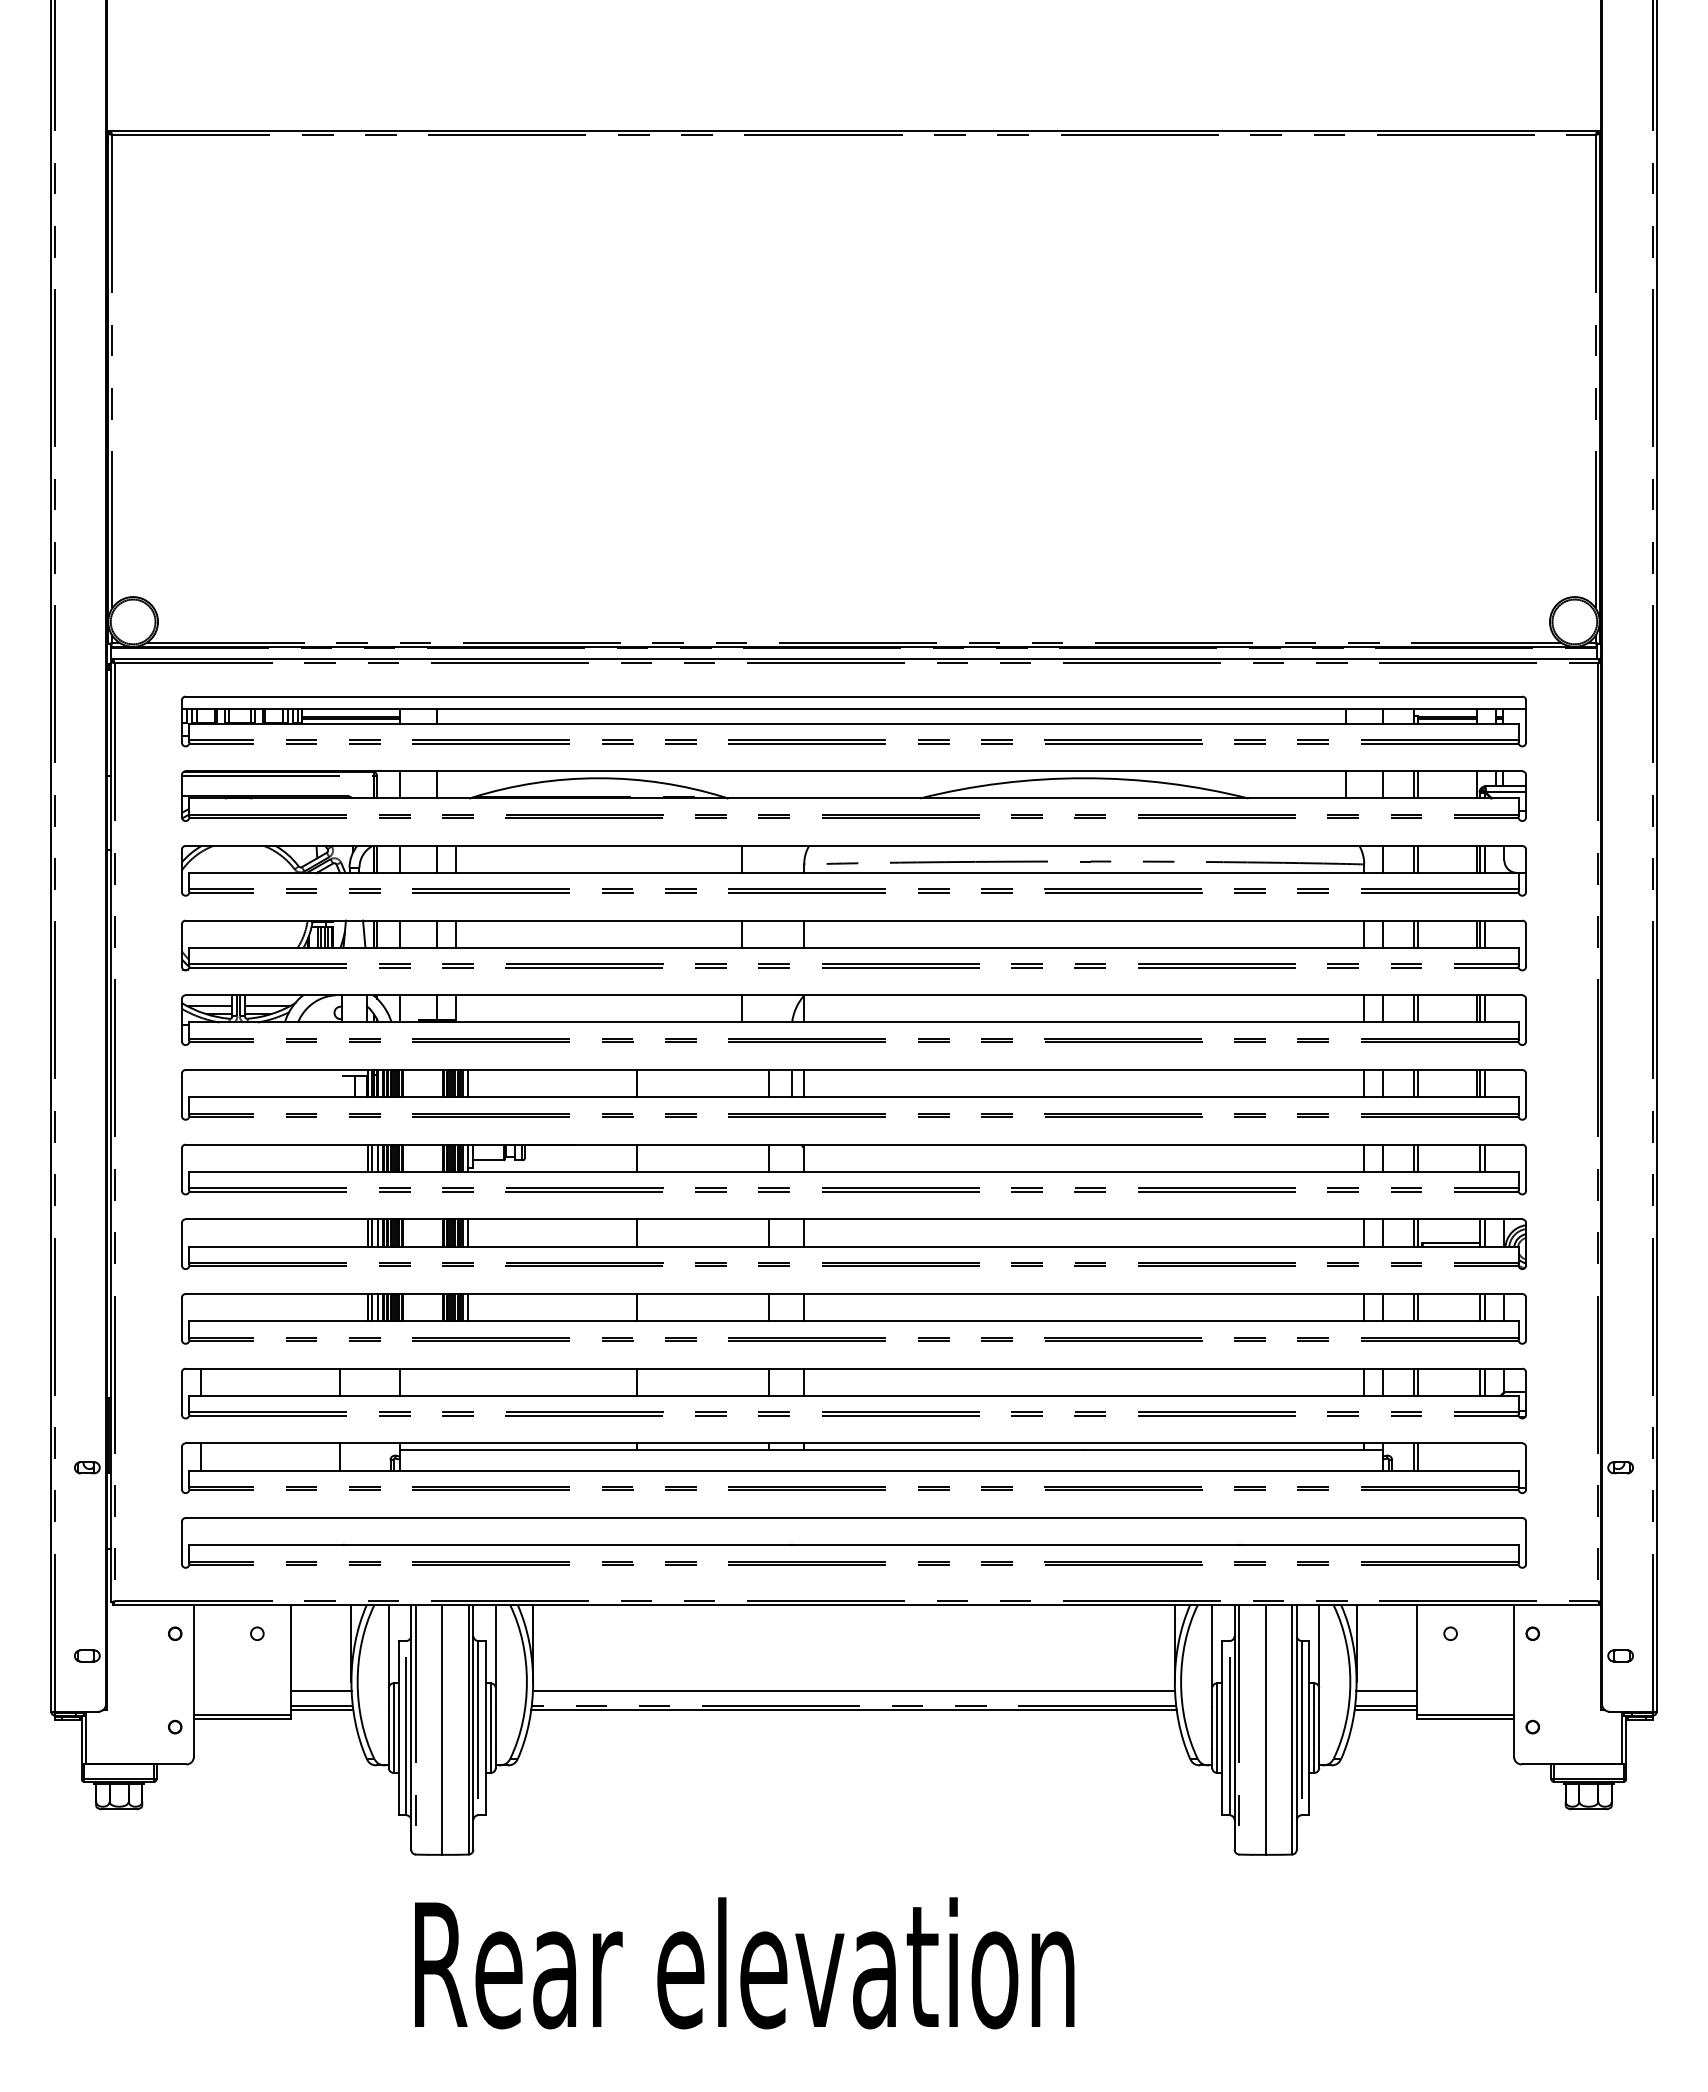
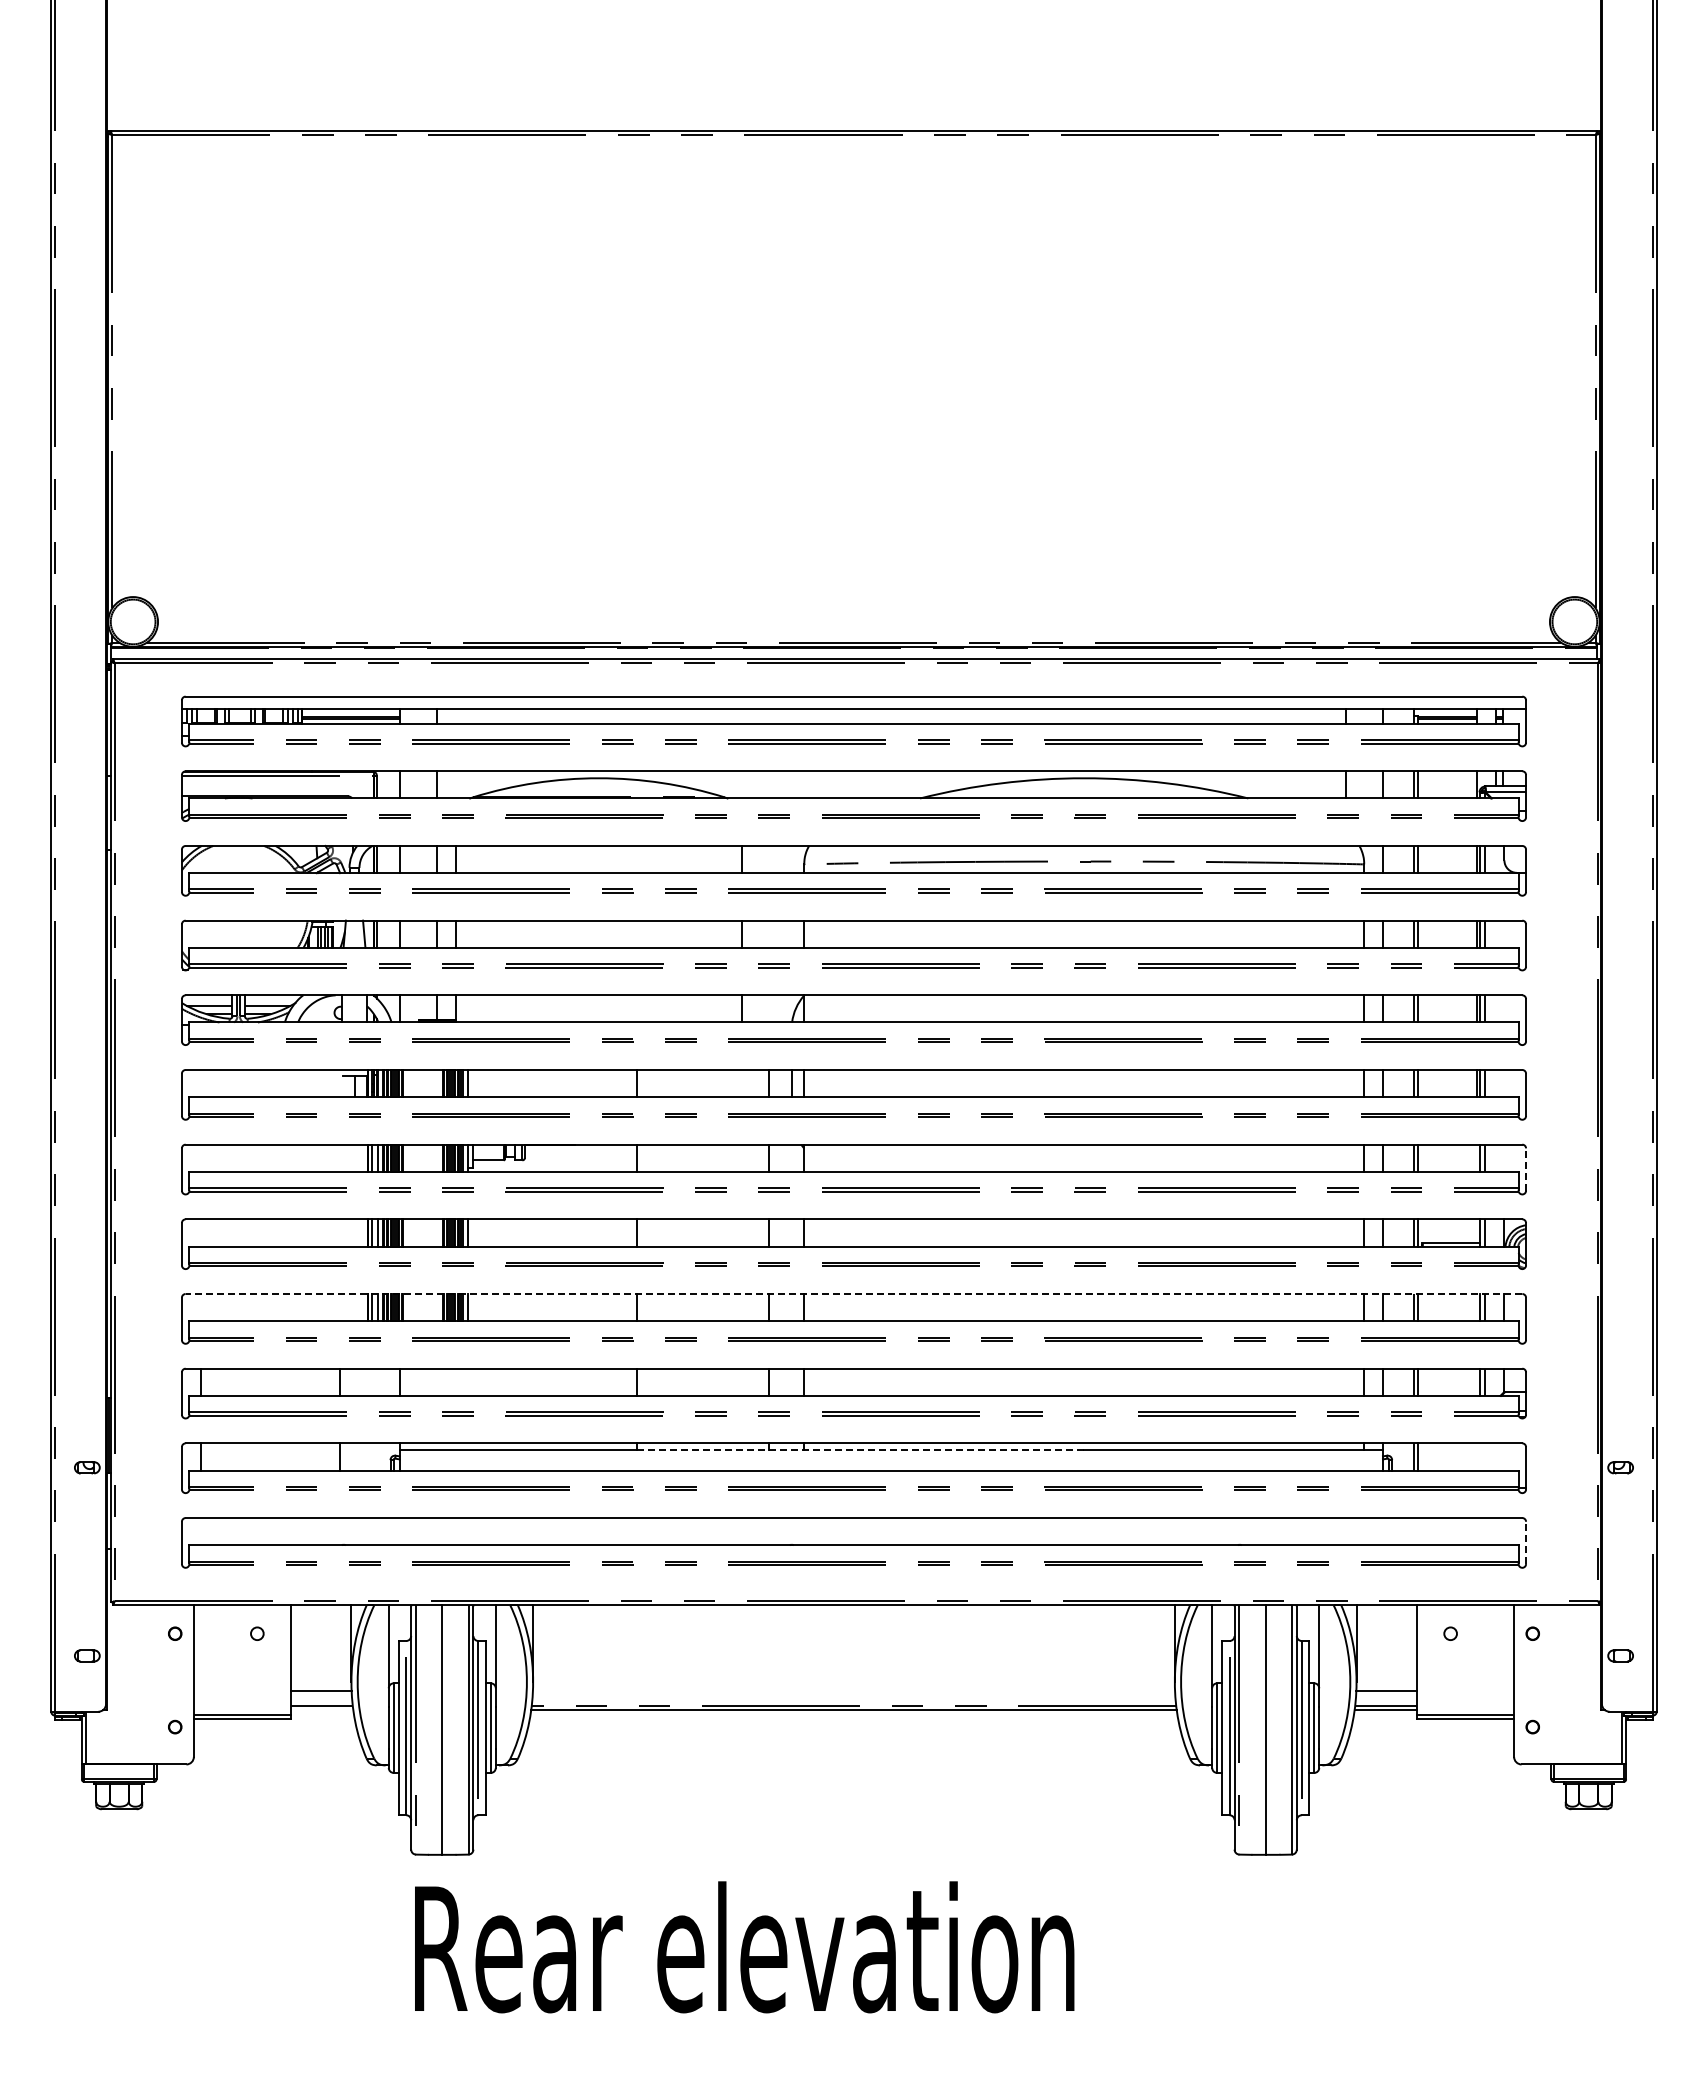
line at (1526, 1169): solid -> dashed
line at (853, 1294): solid -> dashed
line at (860, 1450): solid -> dashed
line at (1526, 1542): solid -> dashed
line at (853, 1690): present -> none
line at (321, 1710): present -> none
text at (744, 1963) position: (744, 1963) -> (744, 1947)
